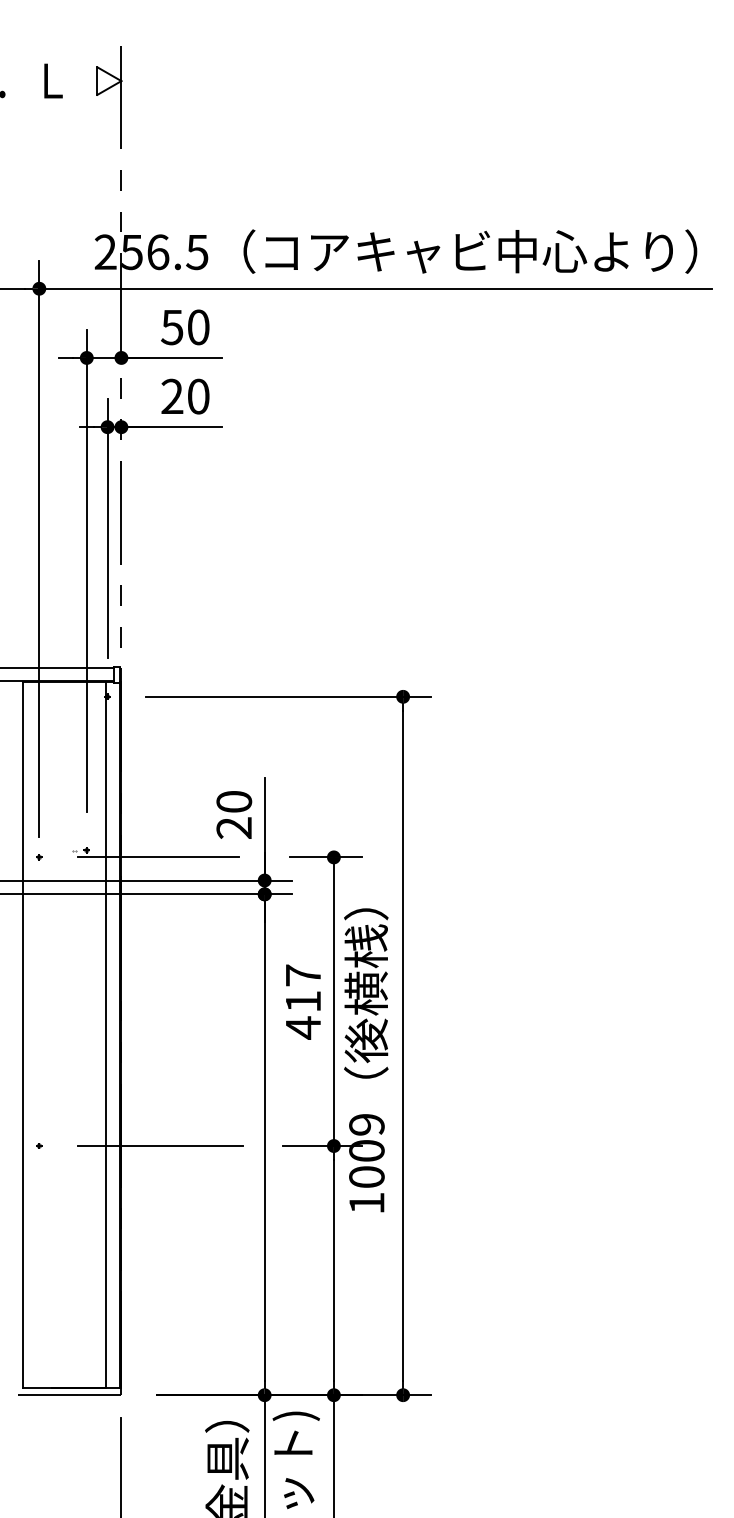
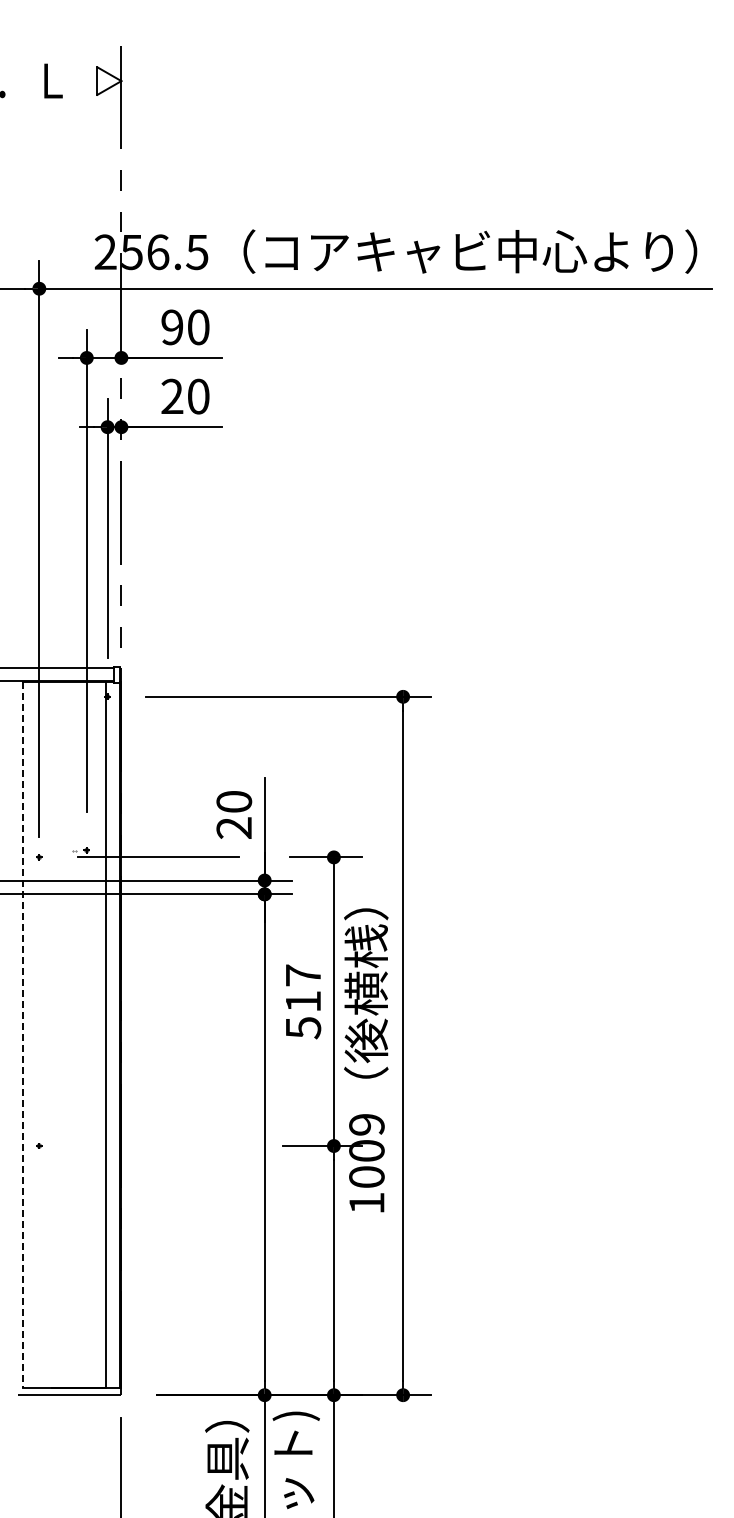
text at (172, 327): 50 -> 90
text at (303, 1027): 417 -> 517
line at (22, 1035): solid -> dashed
line at (159, 1146): present -> none
